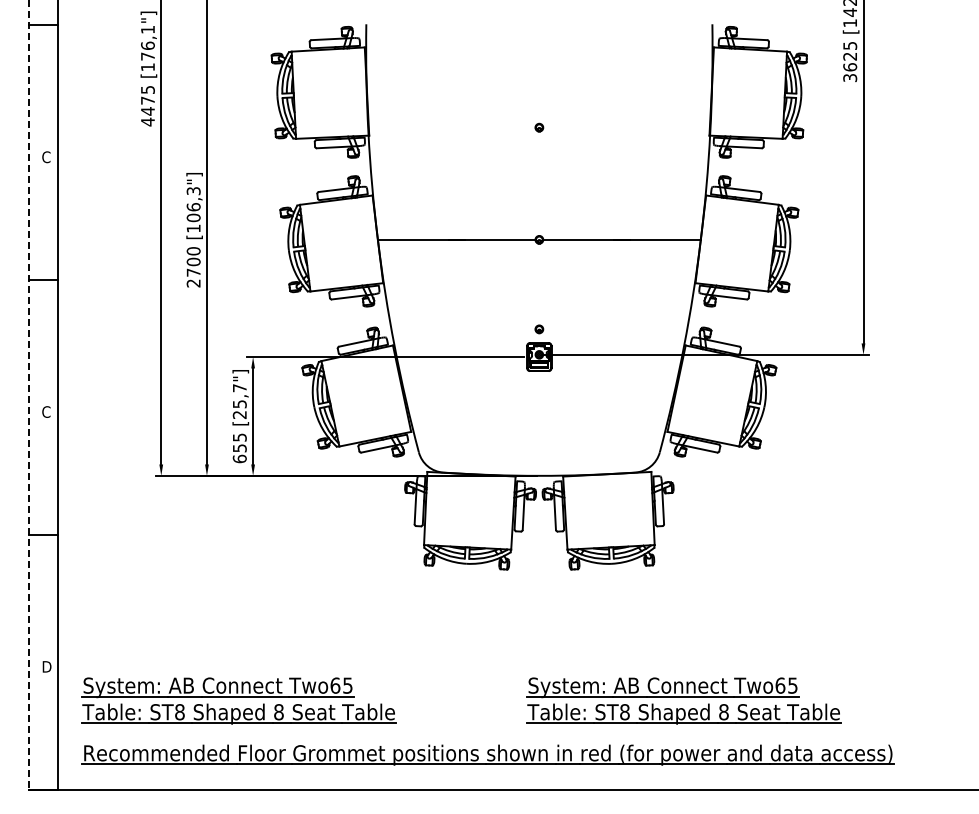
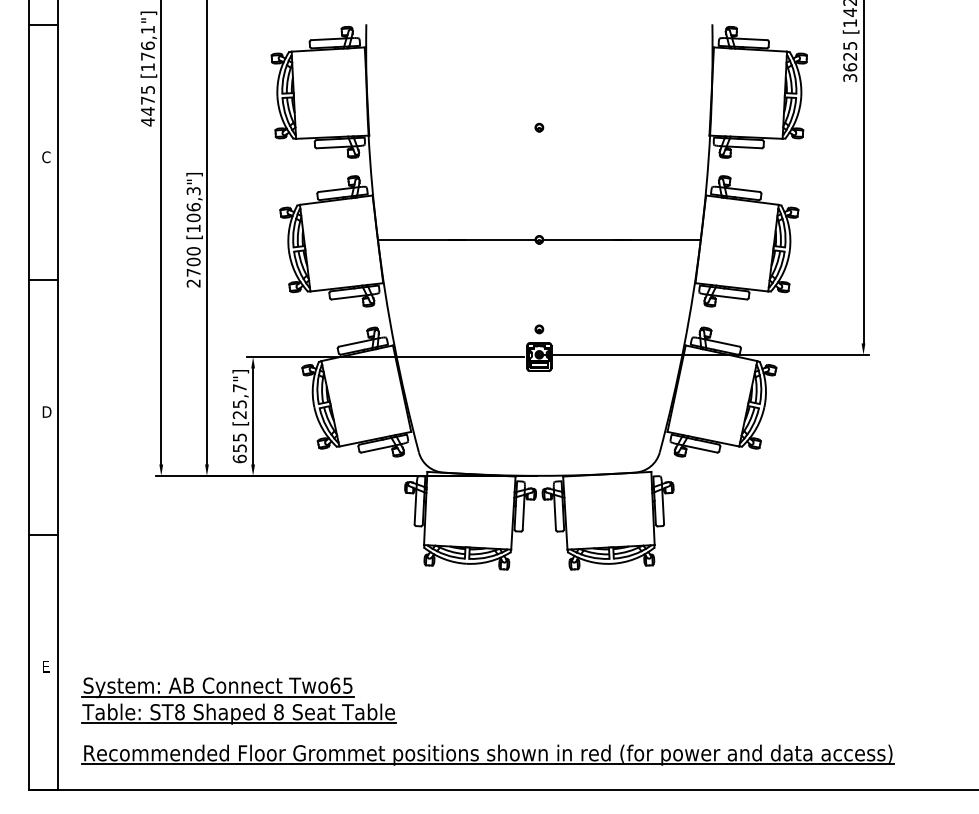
line at (29, 394): dashed -> solid
text at (46, 411): C -> D
text at (46, 666): D -> E
part at (683, 700): present -> none
